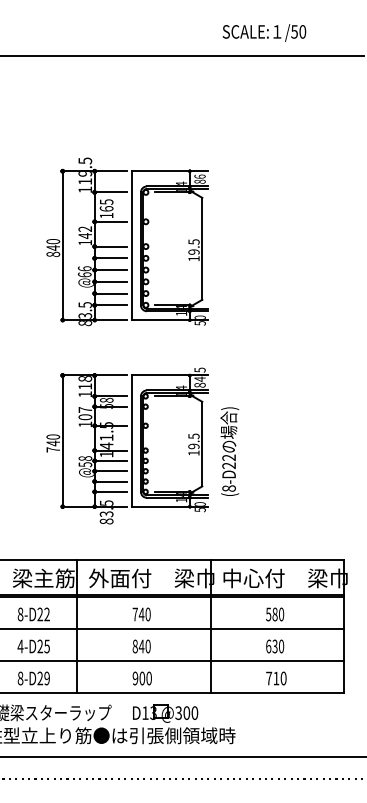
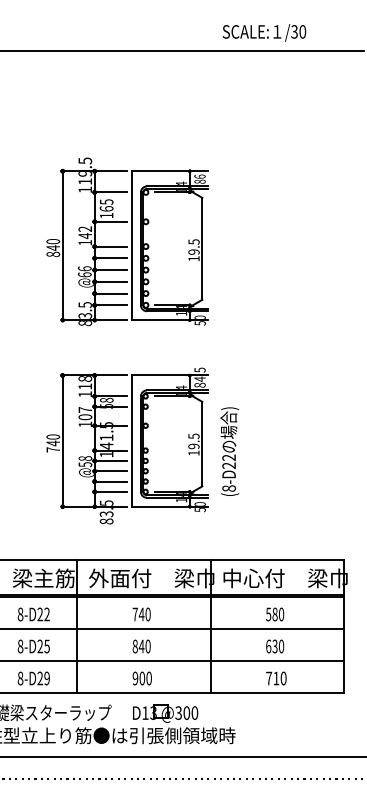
text at (294, 31): /50 -> /30
line at (182, 55) position: (182, 55) -> (182, 50)
text at (20, 646): 4-D25 -> 8-D25
